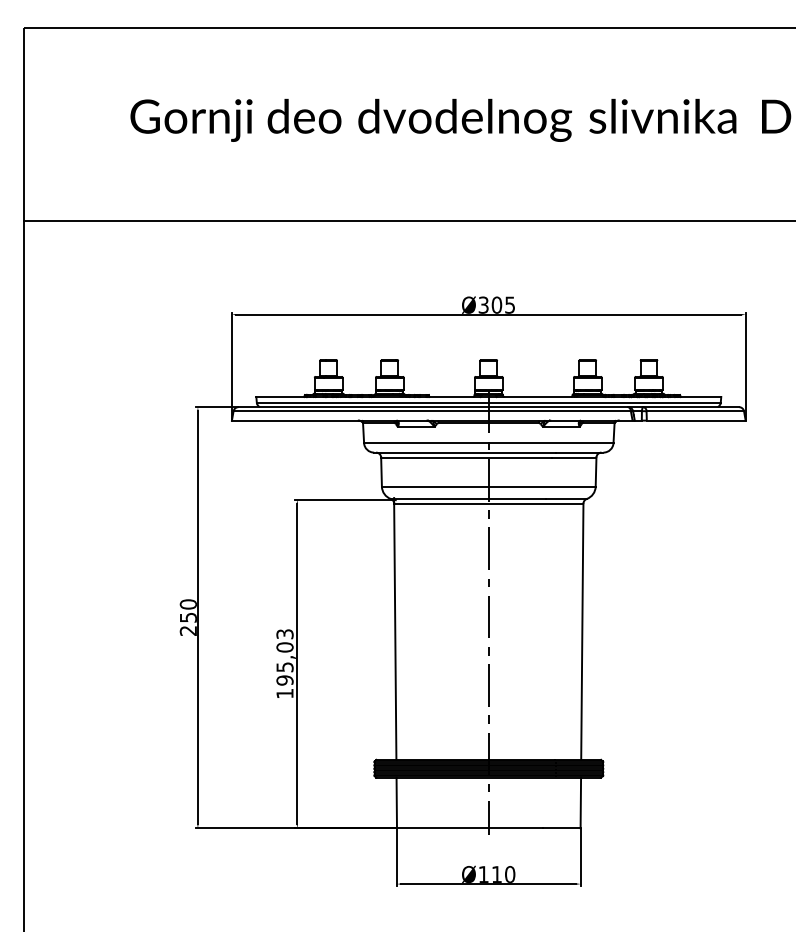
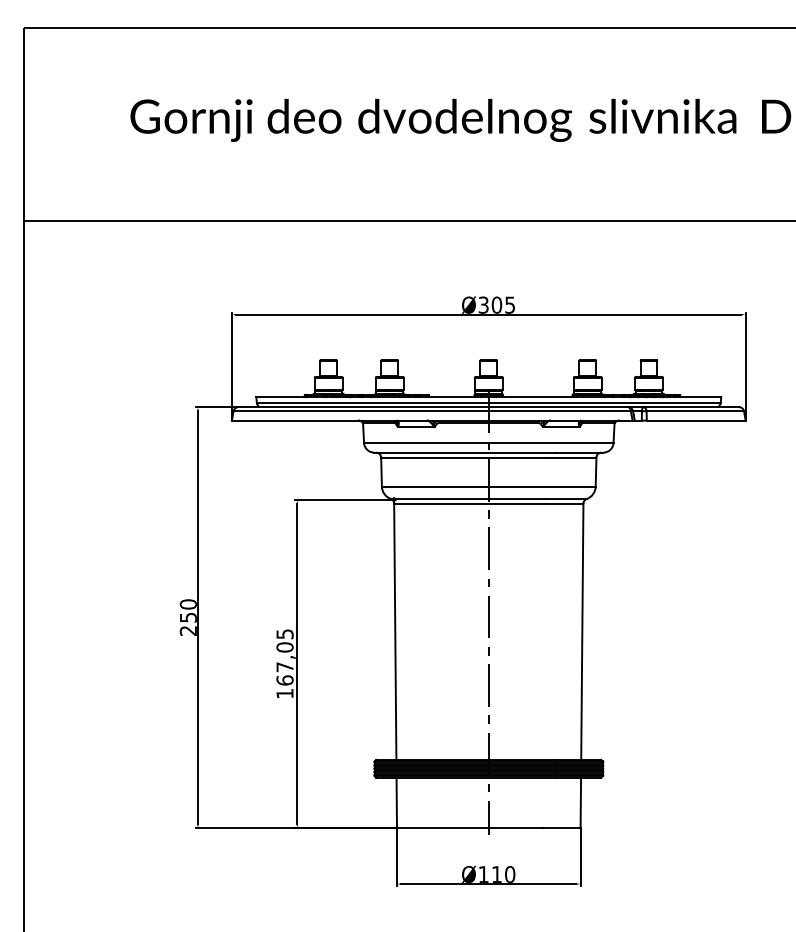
text at (284, 657): 195,03 -> 167,05
